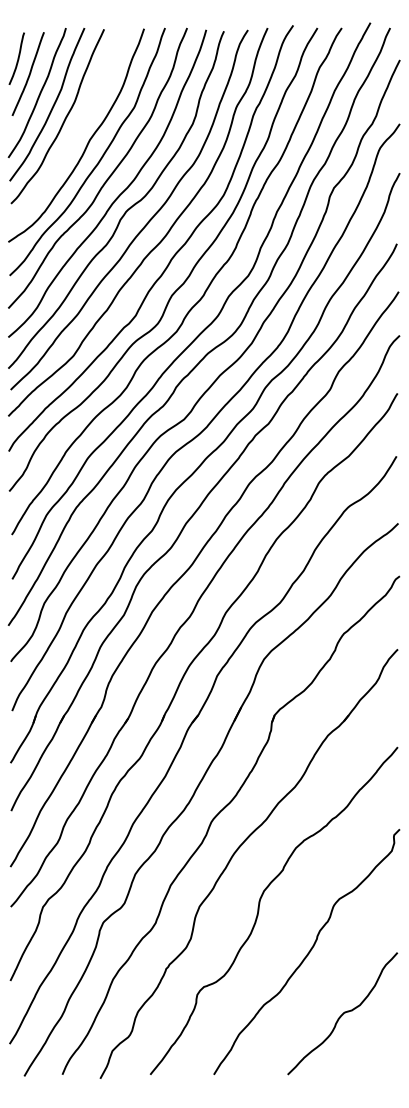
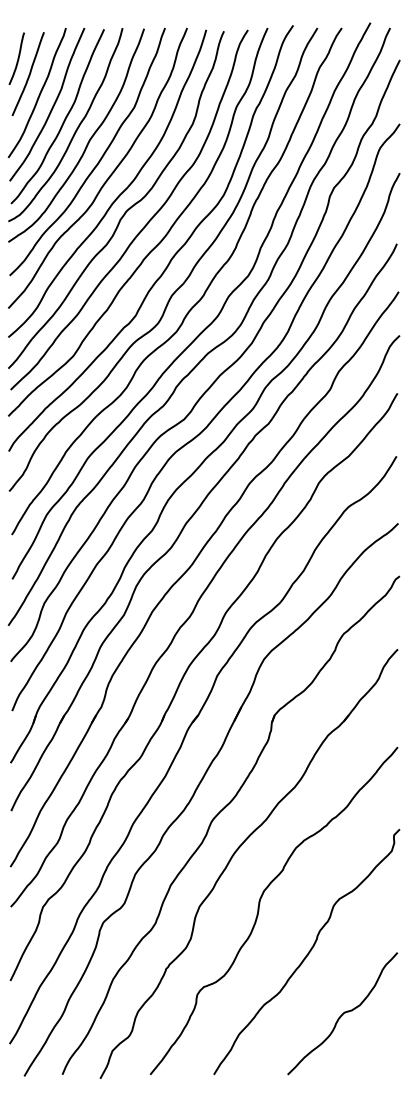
curve at (74, 131): none -> present
